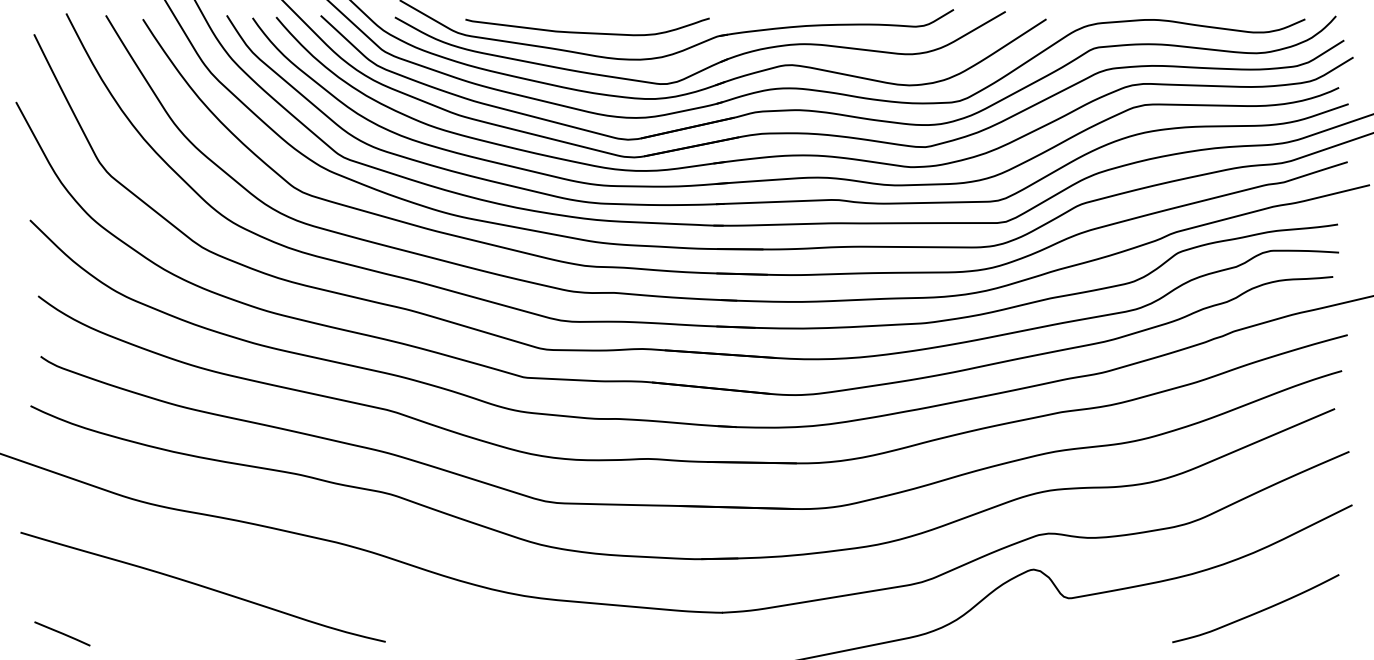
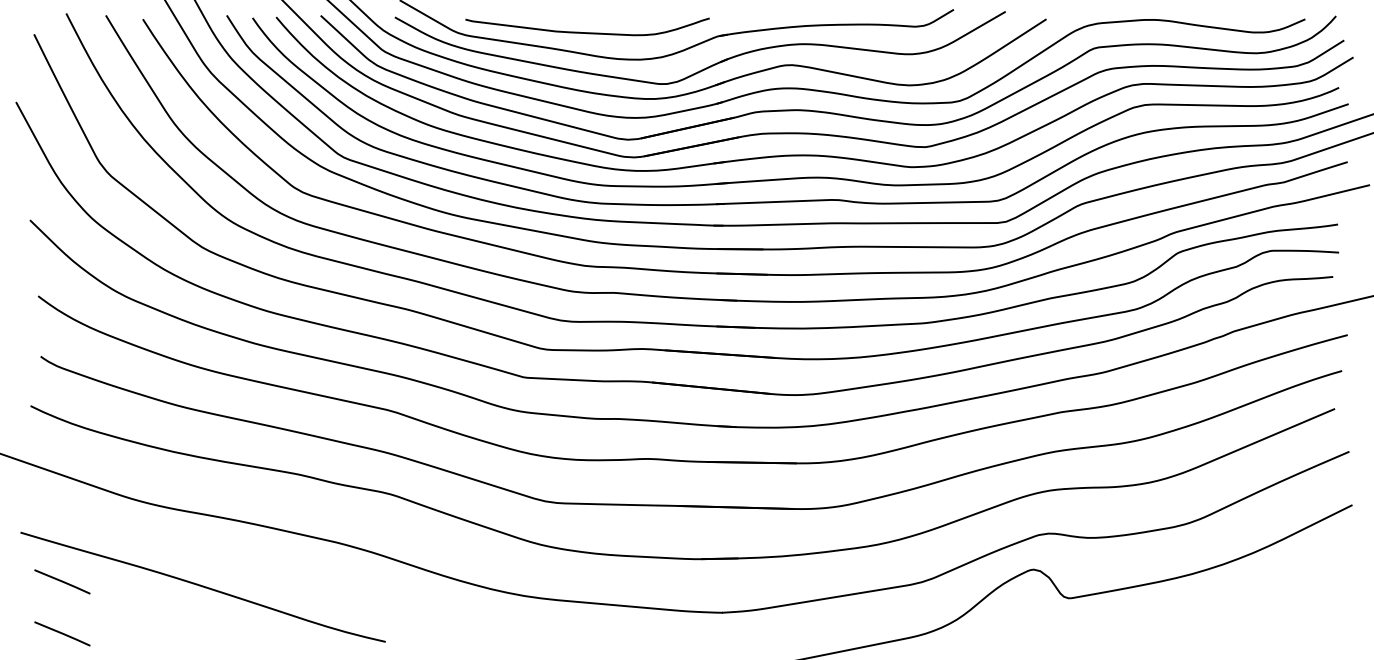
line at (62, 581): none -> present
curve at (1257, 611): present -> none
